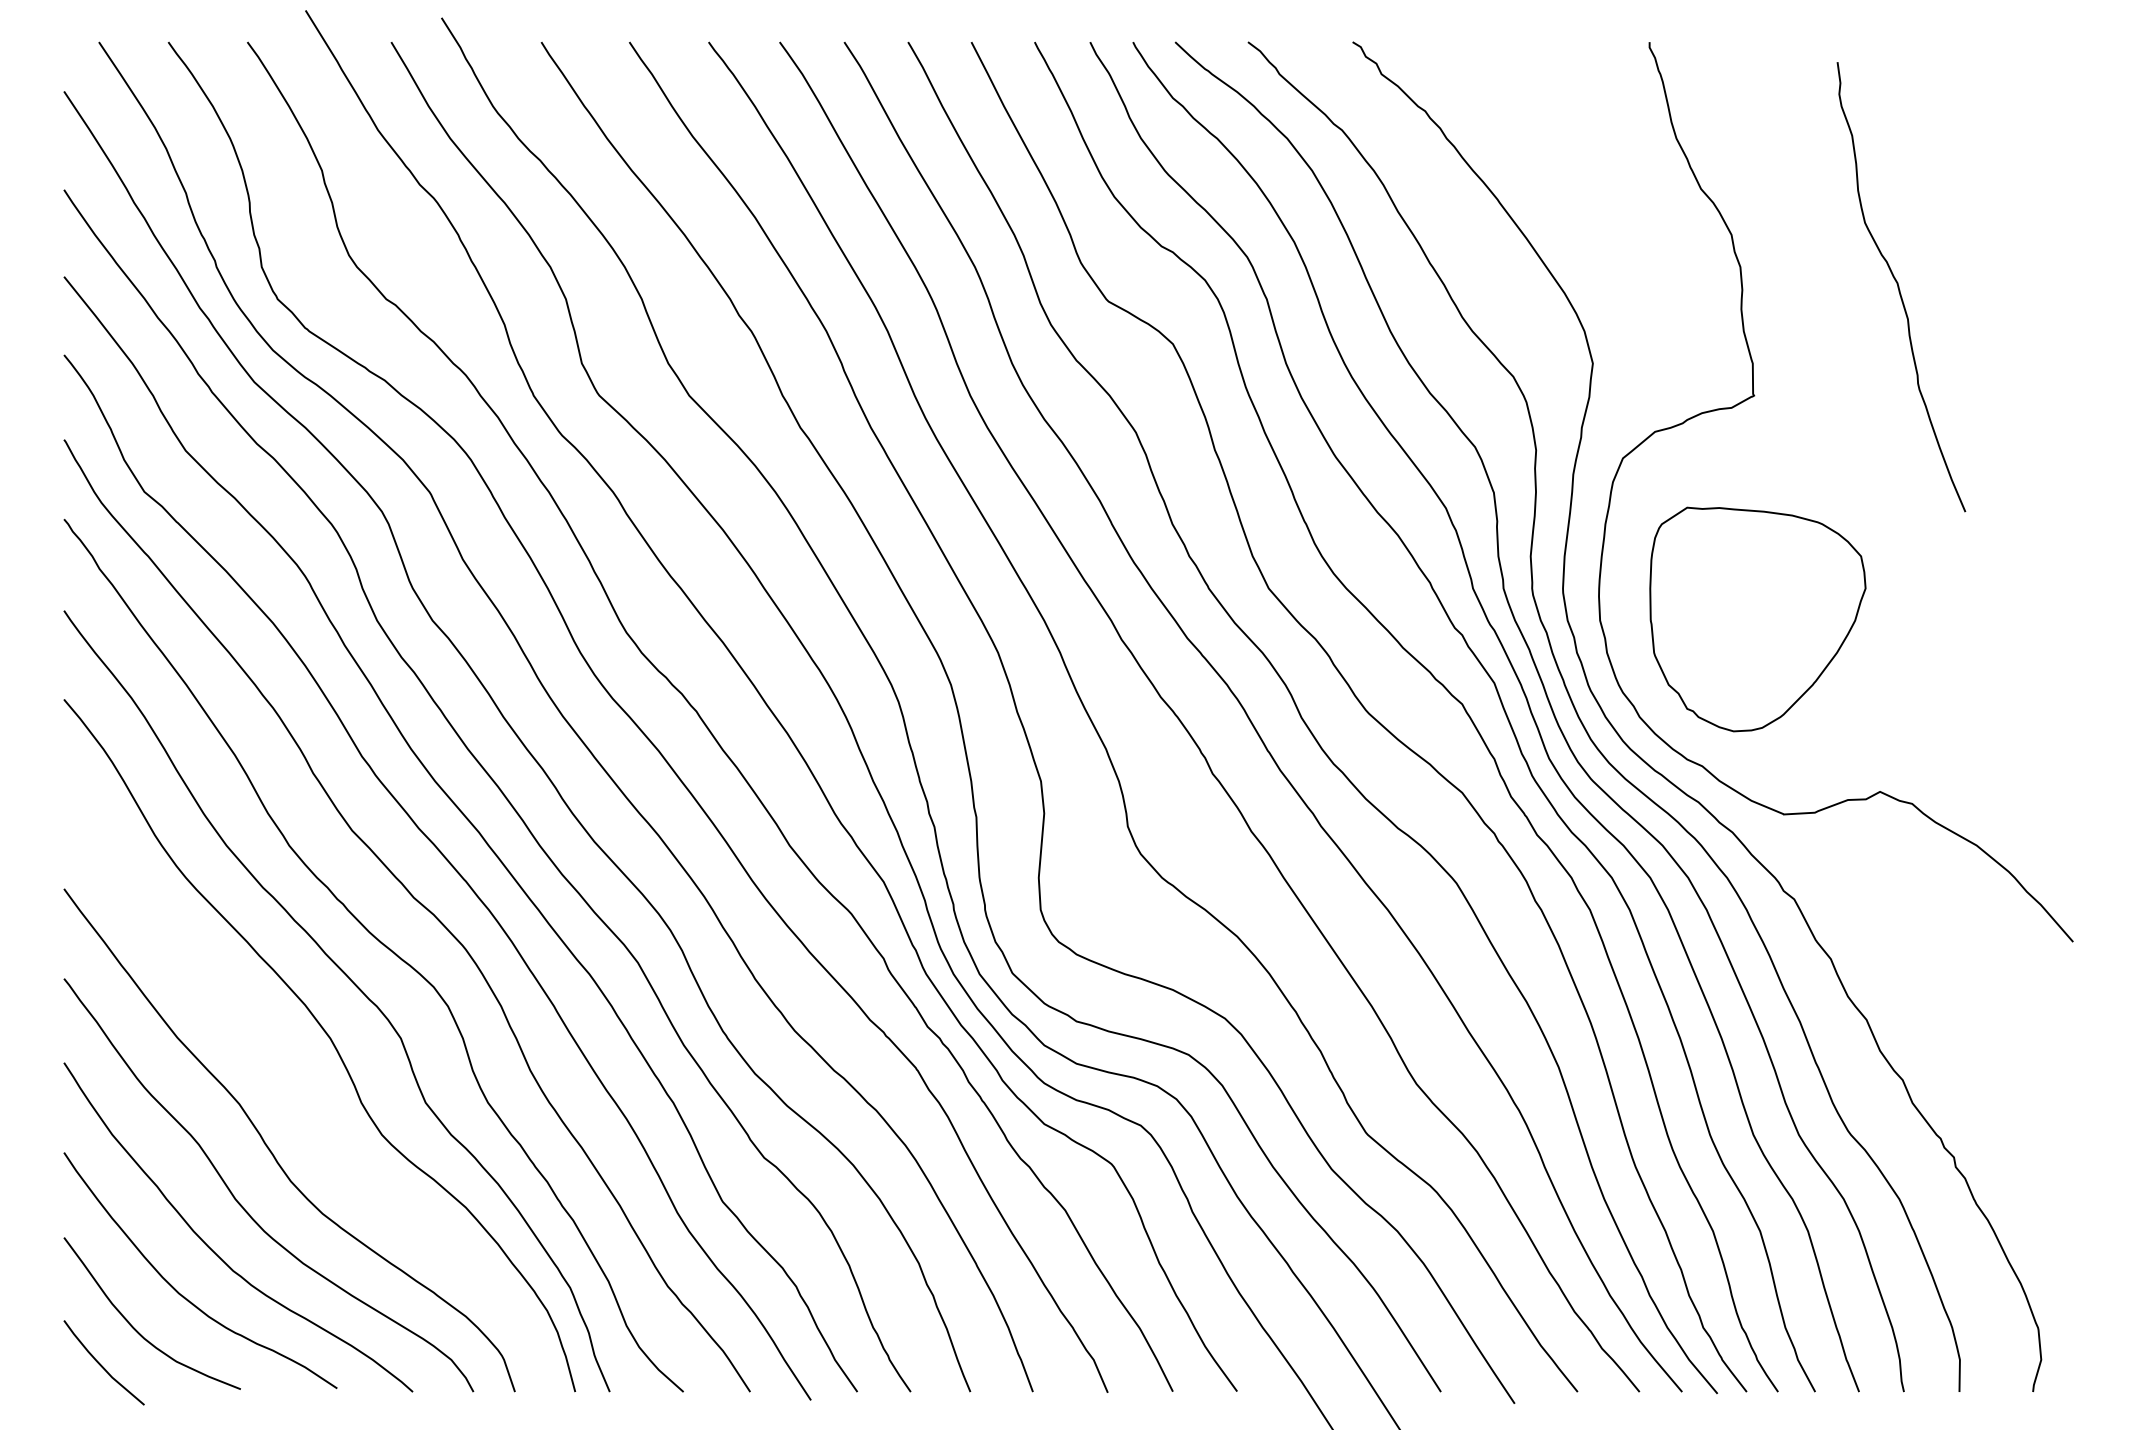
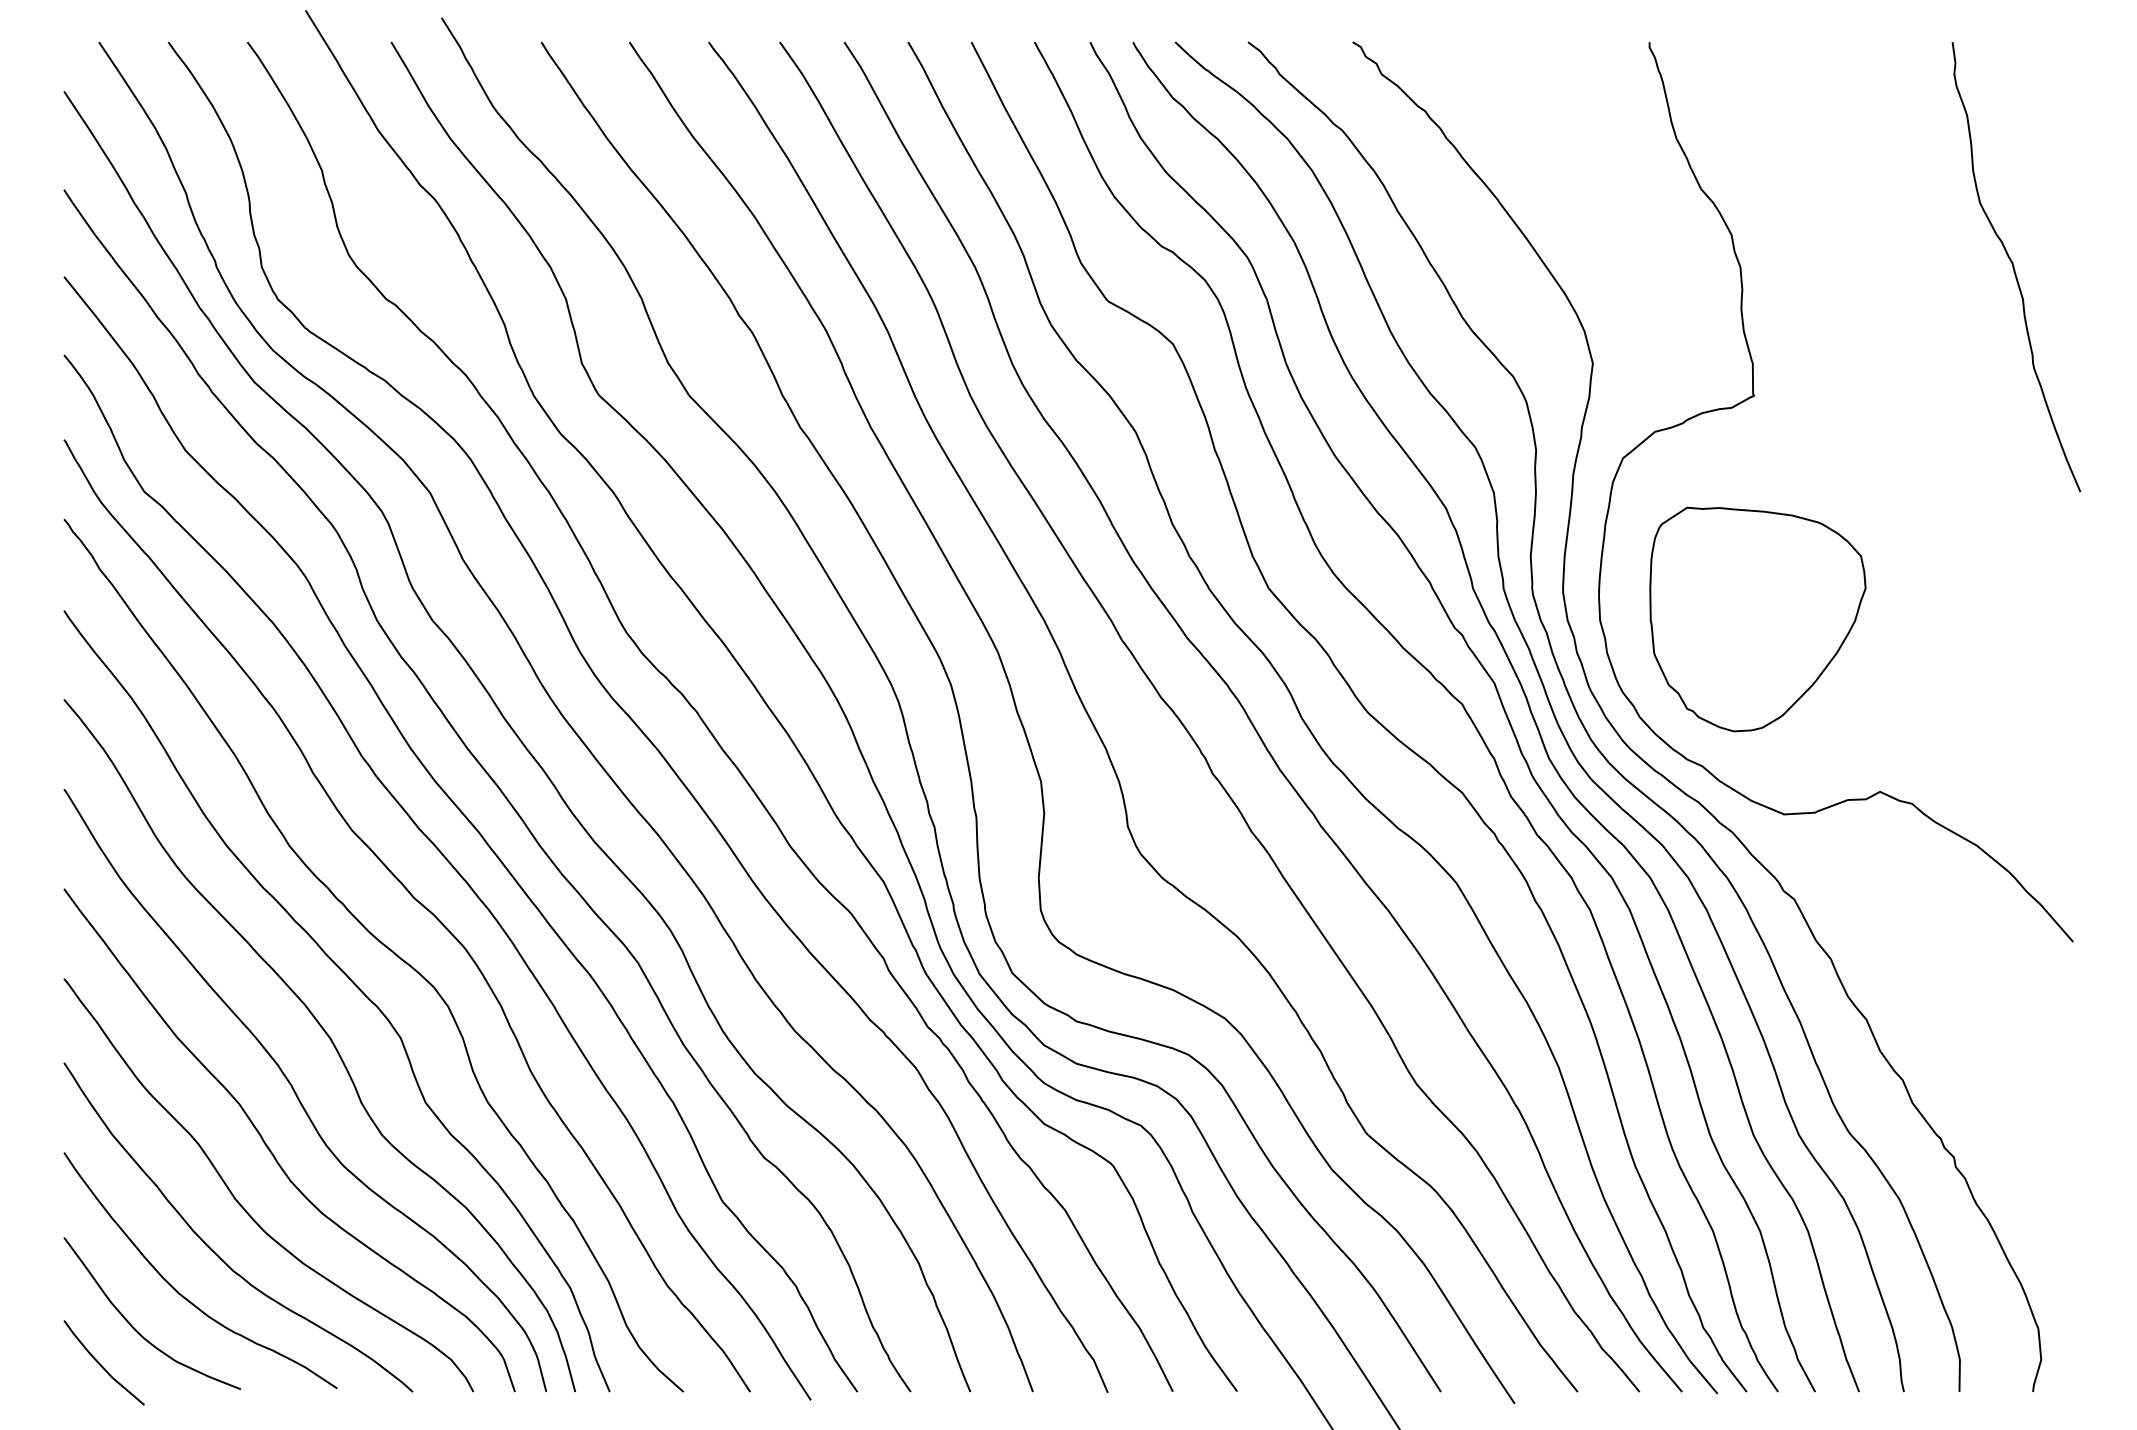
curve at (1899, 287) position: (1899, 287) -> (2014, 267)
curve at (297, 1094): none -> present
